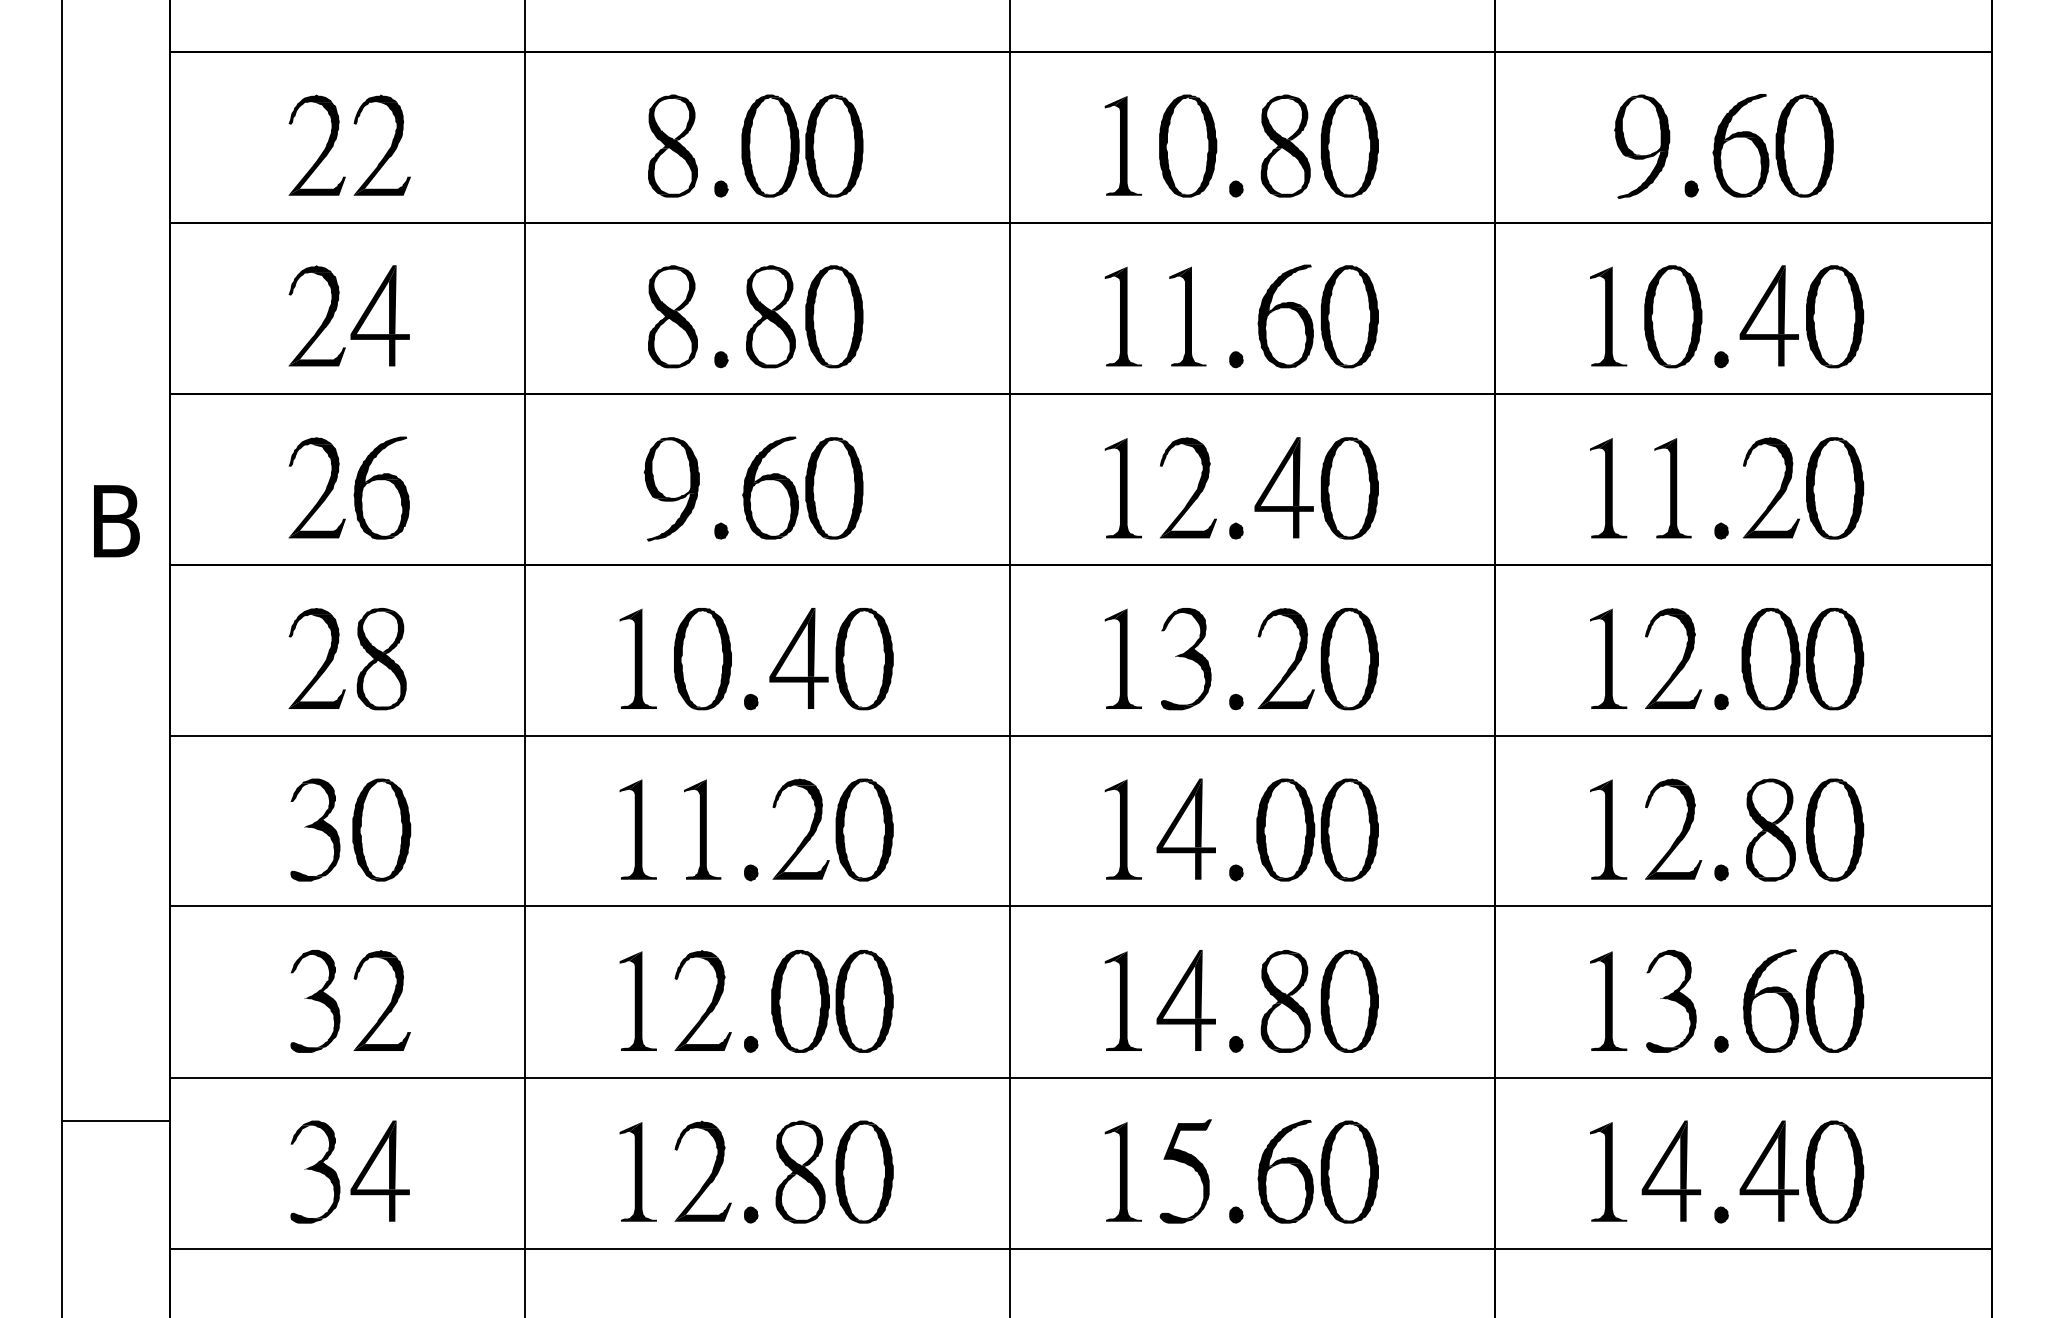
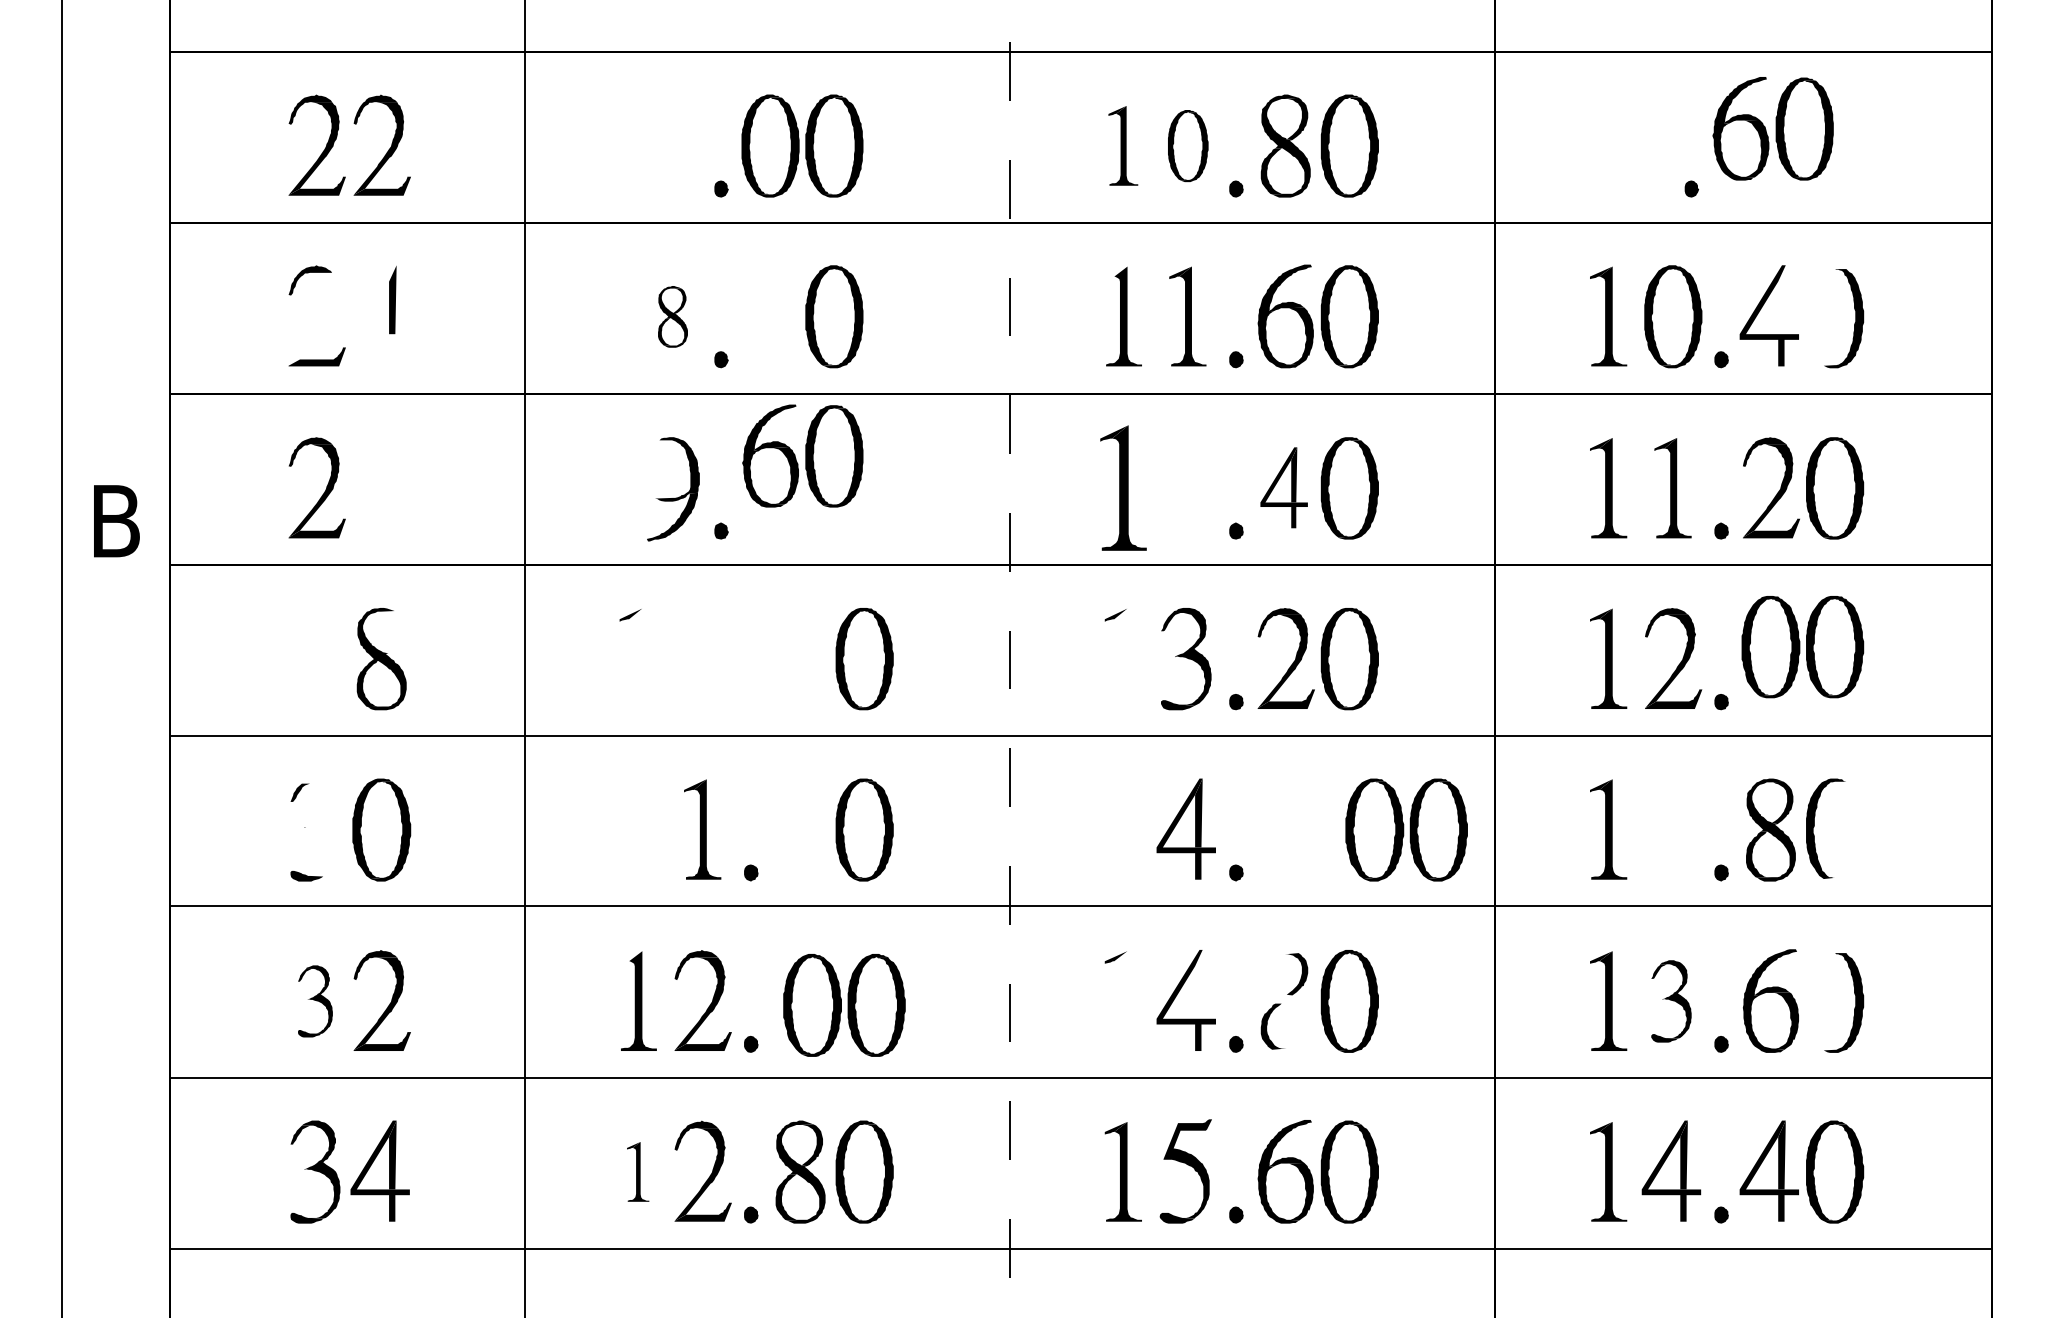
part at (672, 145): present -> none
part at (1122, 145) size: 38x100 px -> 31x80 px
part at (1188, 145) size: 59x104 px -> 41x73 px
part at (1772, 145) position: (1772, 145) -> (1772, 128)
part at (1642, 146): present -> none
fill at (1115, 272): present -> none
fill at (1765, 299): present -> none
fill at (379, 315): present -> none
fill at (1826, 315): present -> none
part at (672, 316) size: 50x104 px -> 30x62 px
part at (770, 316): present -> none
fill at (313, 318): present -> none
fill at (657, 469): present -> none
part at (381, 487): present -> none
part at (802, 487) position: (802, 487) -> (802, 455)
part at (1283, 487) size: 60x102 px -> 48x82 px
part at (1122, 488) size: 38x101 px -> 47x126 px
part at (1195, 490): present -> none
fill at (392, 632): present -> none
fill at (638, 658): present -> none
part at (798, 658): present -> none
fill at (1124, 658): present -> none
part at (702, 659): present -> none
line at (1010, 659): solid -> dashed
part at (1802, 659) position: (1802, 659) -> (1802, 647)
part at (322, 664): present -> none
fill at (751, 701): present -> none
fill at (320, 827): present -> none
part at (637, 829): present -> none
part at (1122, 829): present -> none
part at (1317, 829) position: (1317, 829) -> (1406, 829)
fill at (1843, 831): present -> none
part at (1680, 832): present -> none
part at (807, 833): present -> none
fill at (630, 957): present -> none
fill at (1182, 983): present -> none
fill at (1826, 999): present -> none
fill at (1285, 1000): present -> none
part at (315, 1001) size: 51x103 px -> 35x73 px
part at (832, 1001) position: (832, 1001) -> (844, 1005)
fill at (1124, 1001): present -> none
part at (1671, 1001) size: 51x103 px -> 41x83 px
line at (115, 1121): present -> none
part at (637, 1171) size: 38x100 px -> 23x60 px
